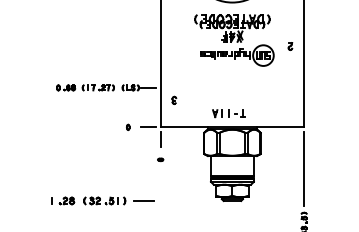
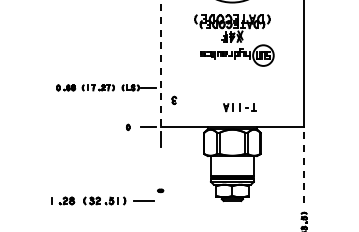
part at (290, 46): present -> none
line at (160, 64): solid -> dashed
part at (228, 113) position: (228, 113) -> (239, 107)
part at (160, 159) position: (160, 159) -> (160, 190)
line at (304, 169): solid -> dashed
